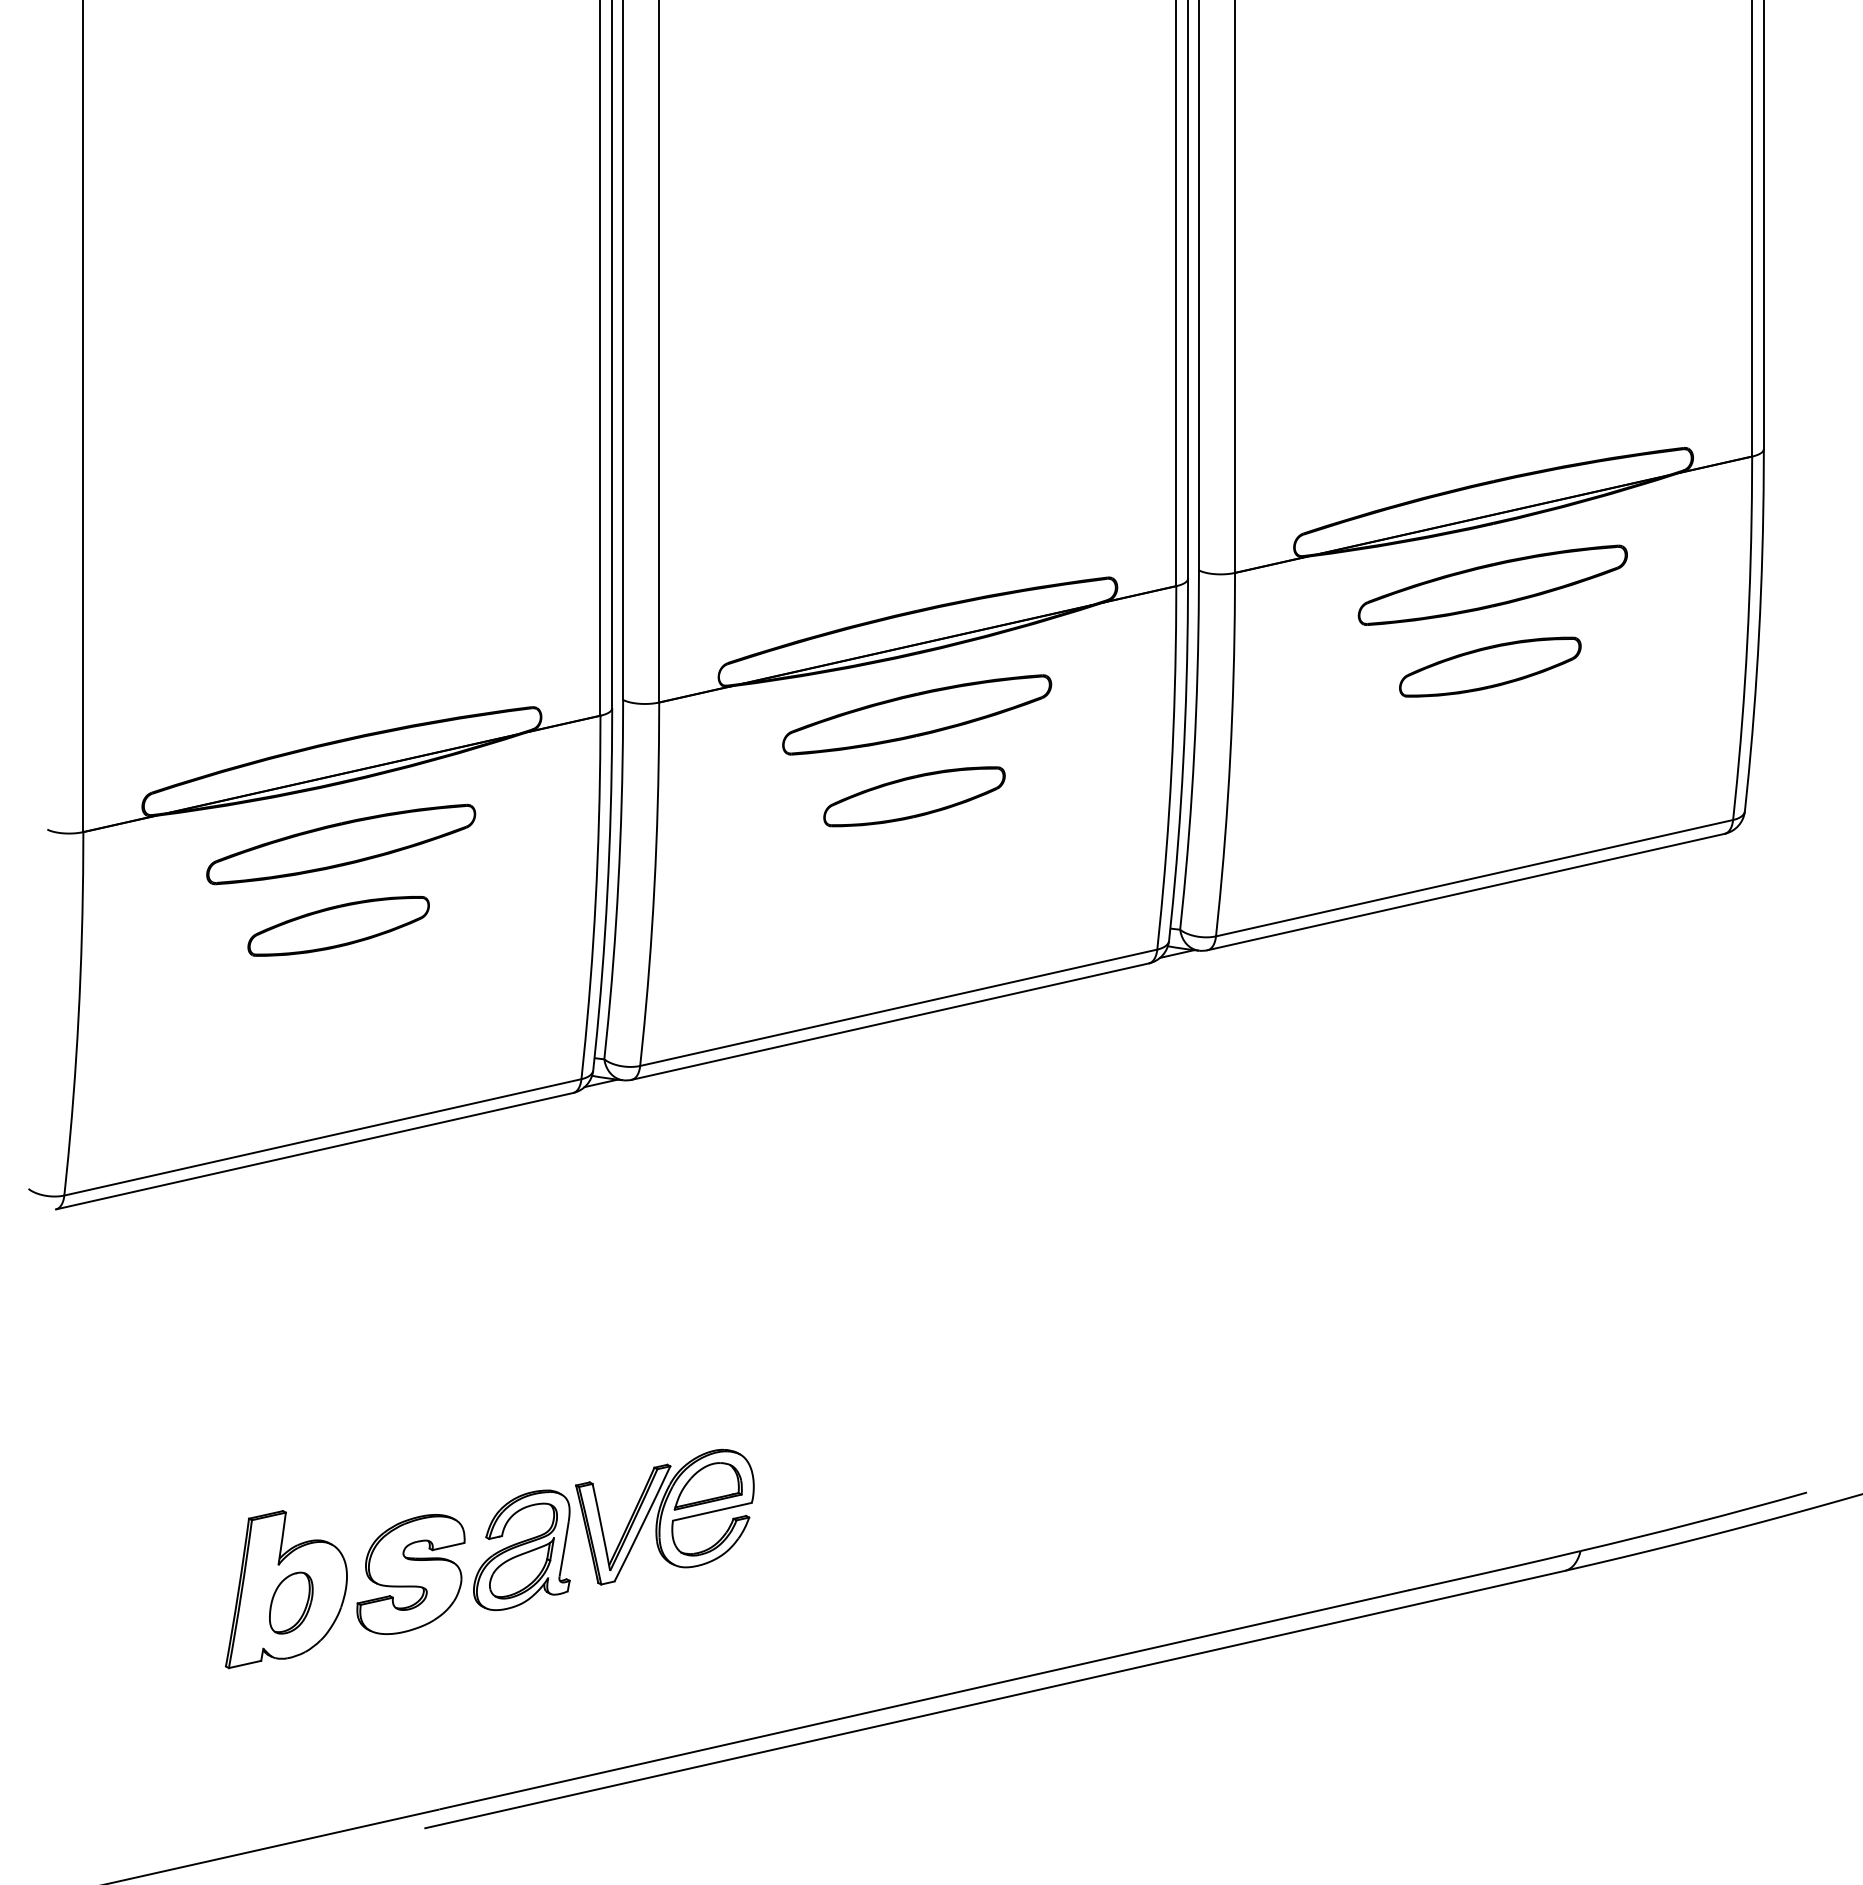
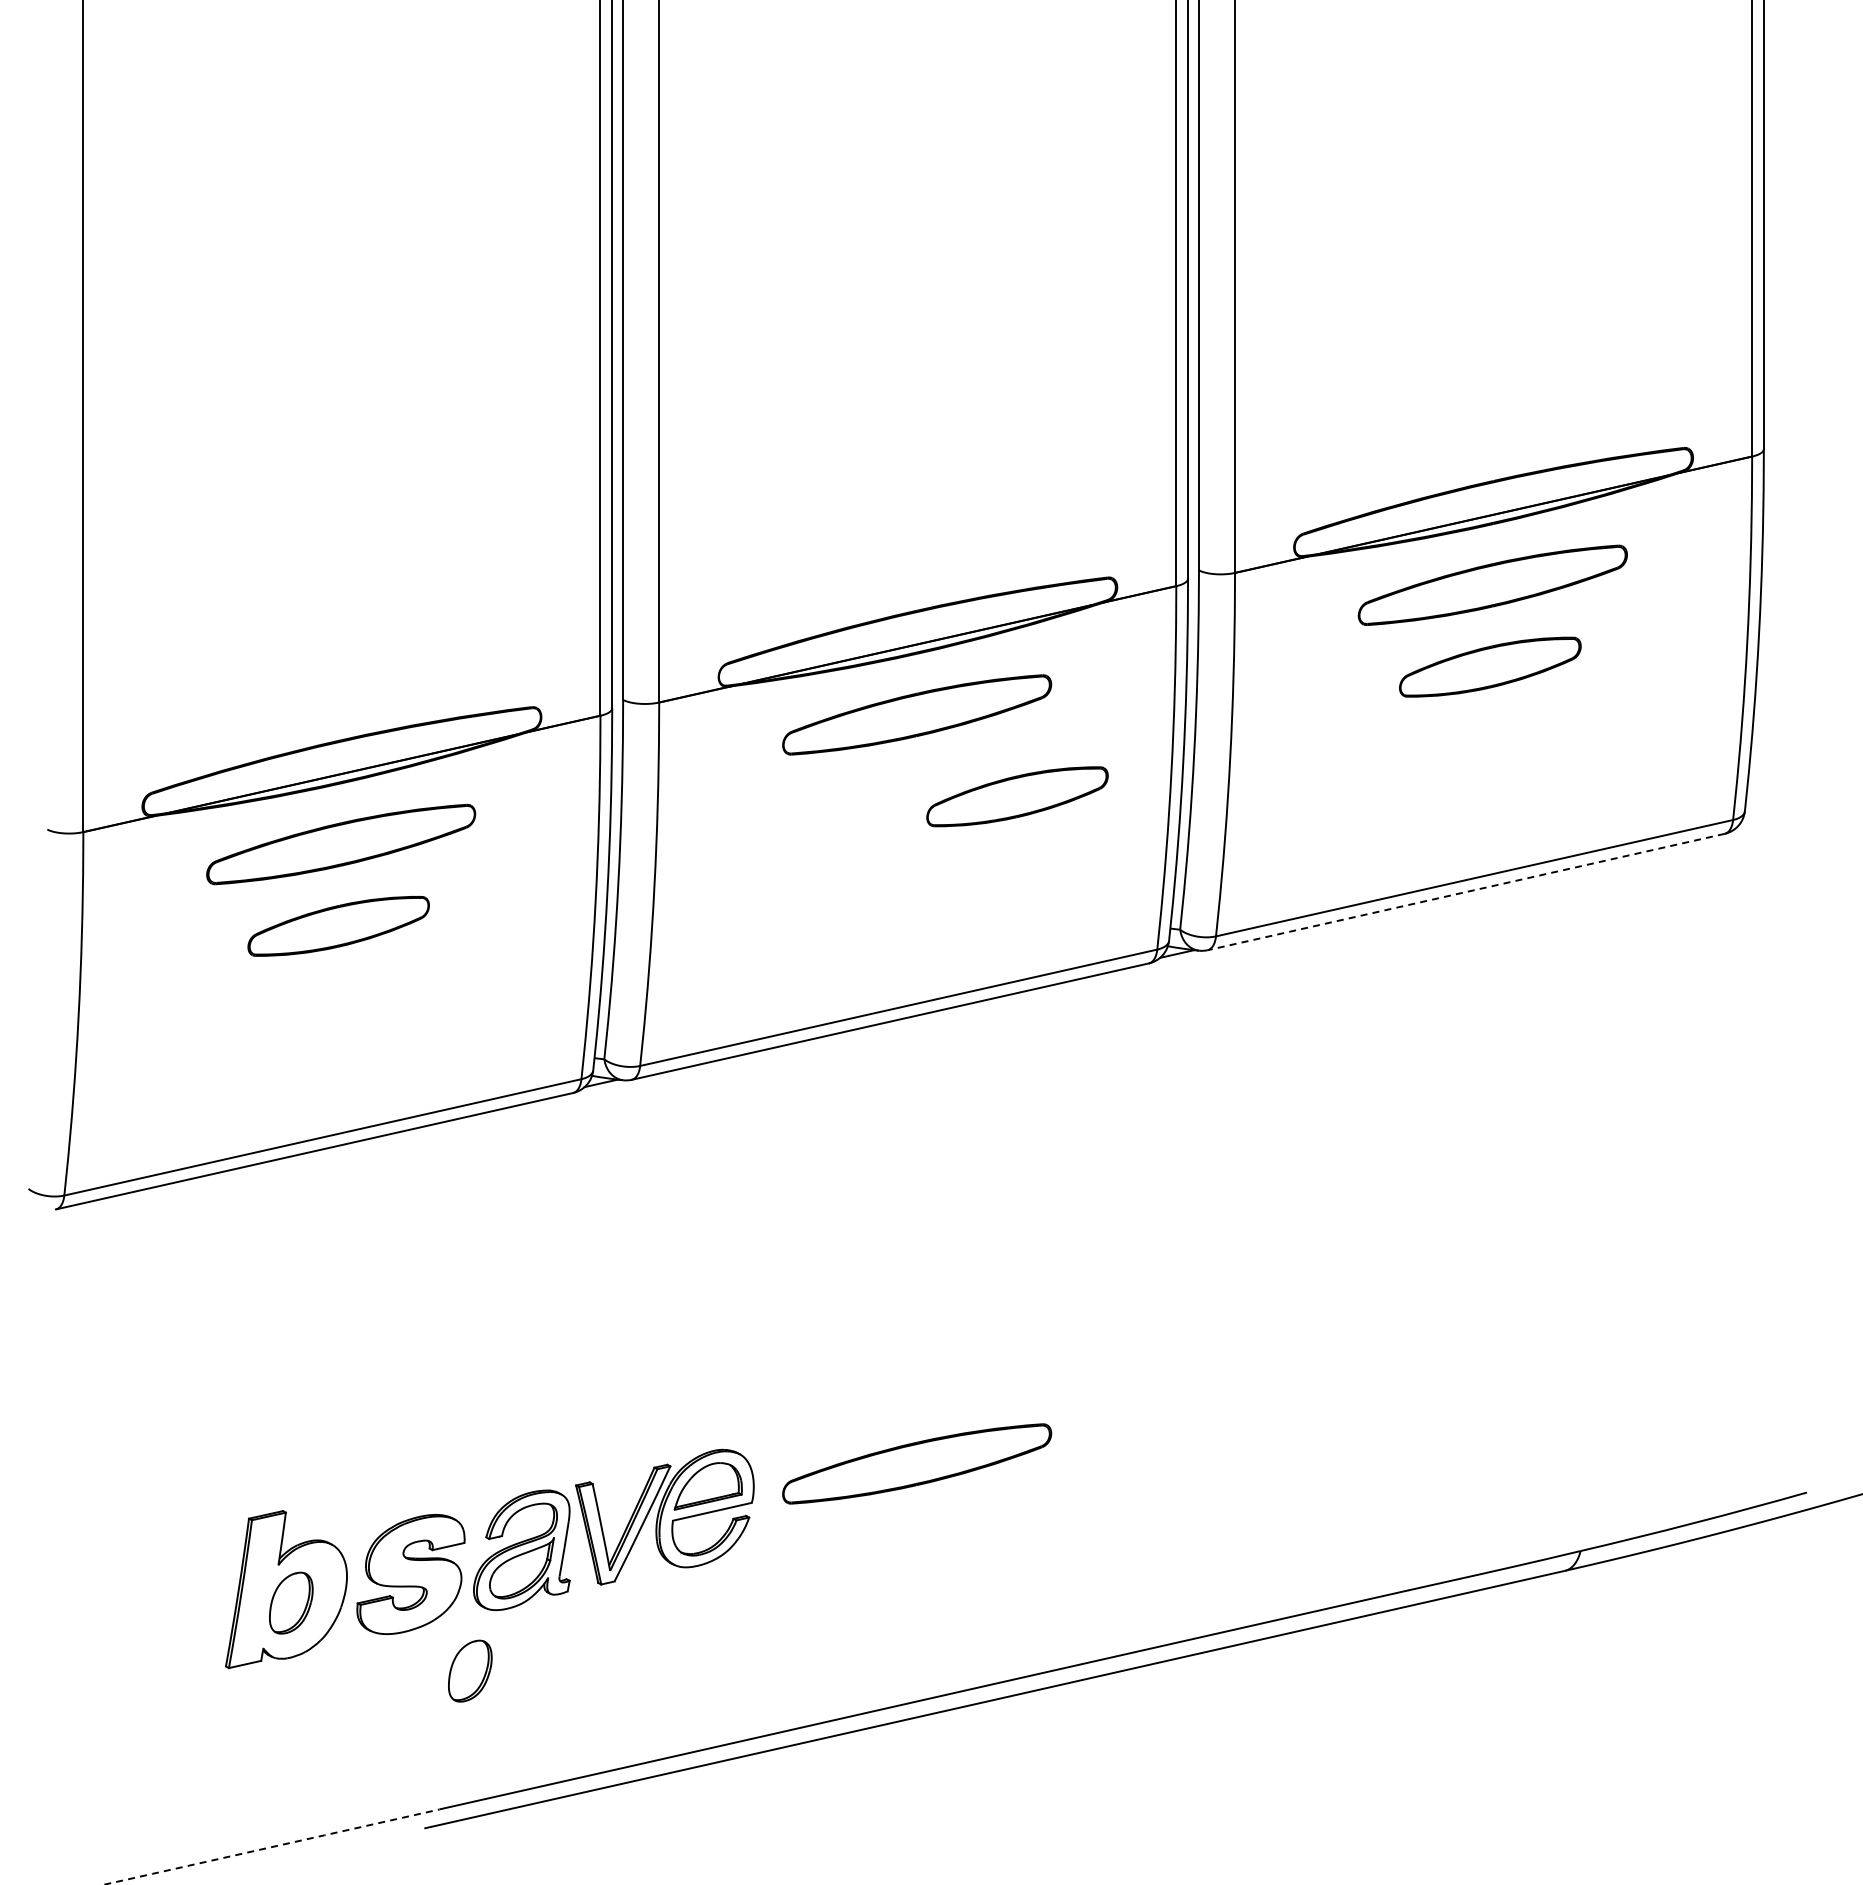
part at (914, 796) position: (914, 796) -> (1017, 796)
line at (1465, 892): solid -> dashed
part at (917, 1463): none -> present
part at (470, 1670): none -> present
arc at (271, 1847): solid -> dashed
